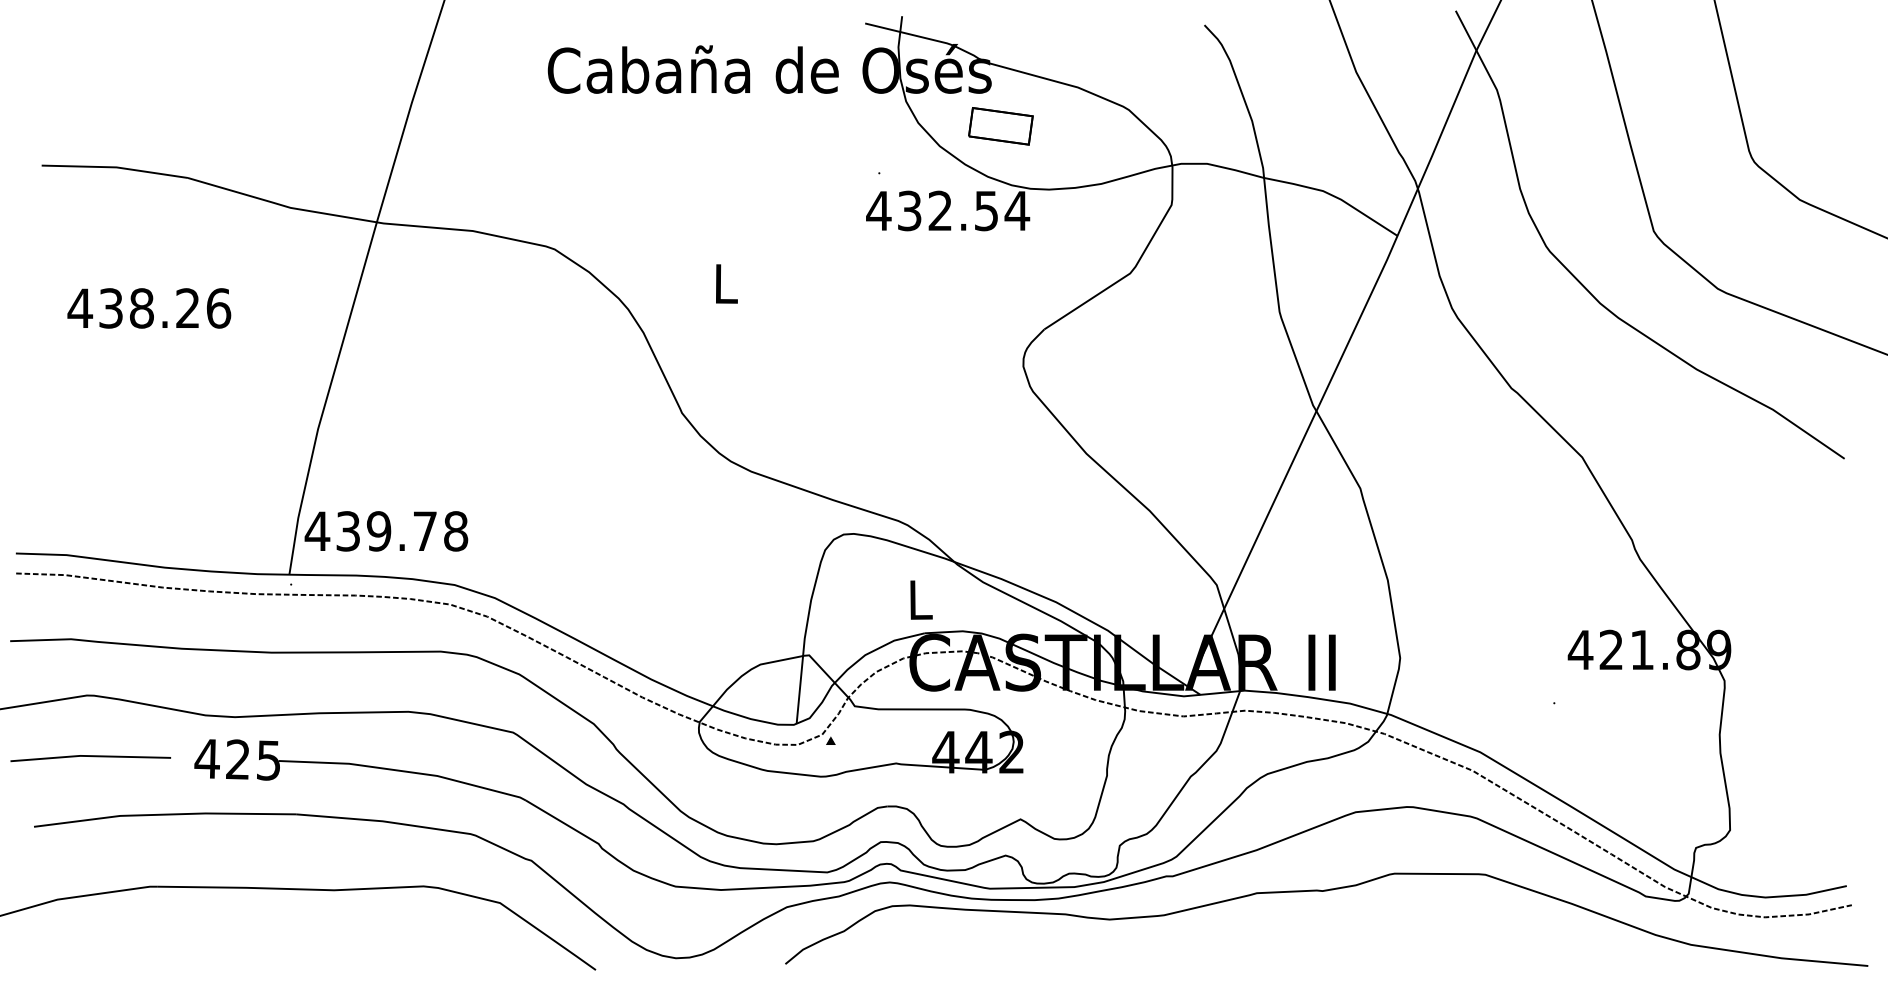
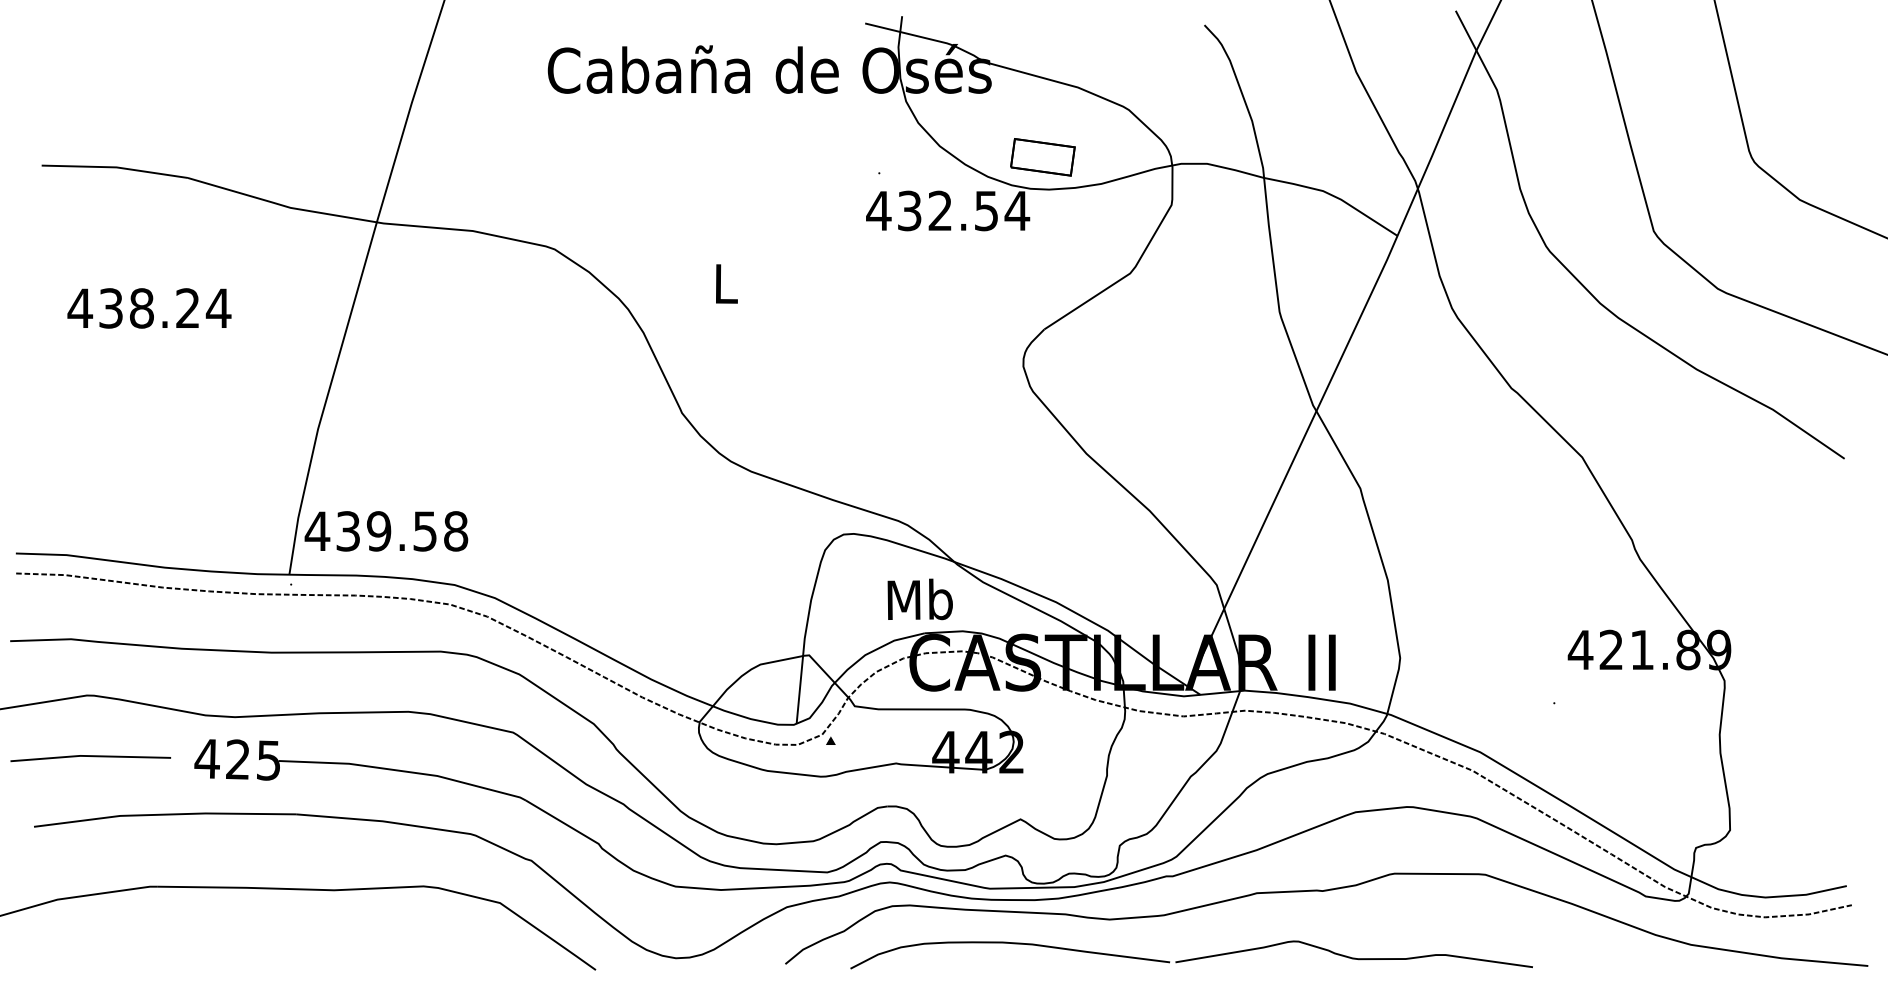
part at (1000, 126) position: (1000, 126) -> (1042, 157)
text at (218, 308): 438.26 -> 438.24
text at (424, 531): 439.78 -> 439.58
text at (919, 599): L -> Mb
part at (1191, 954): none -> present
